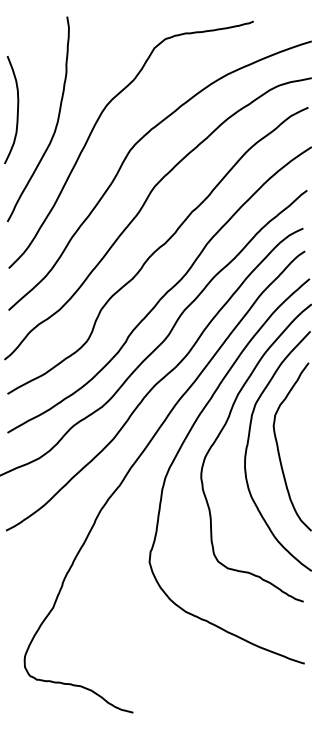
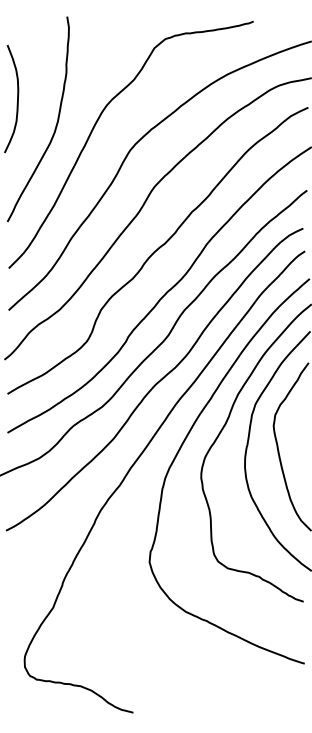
curve at (17, 110) position: (17, 110) -> (17, 99)
